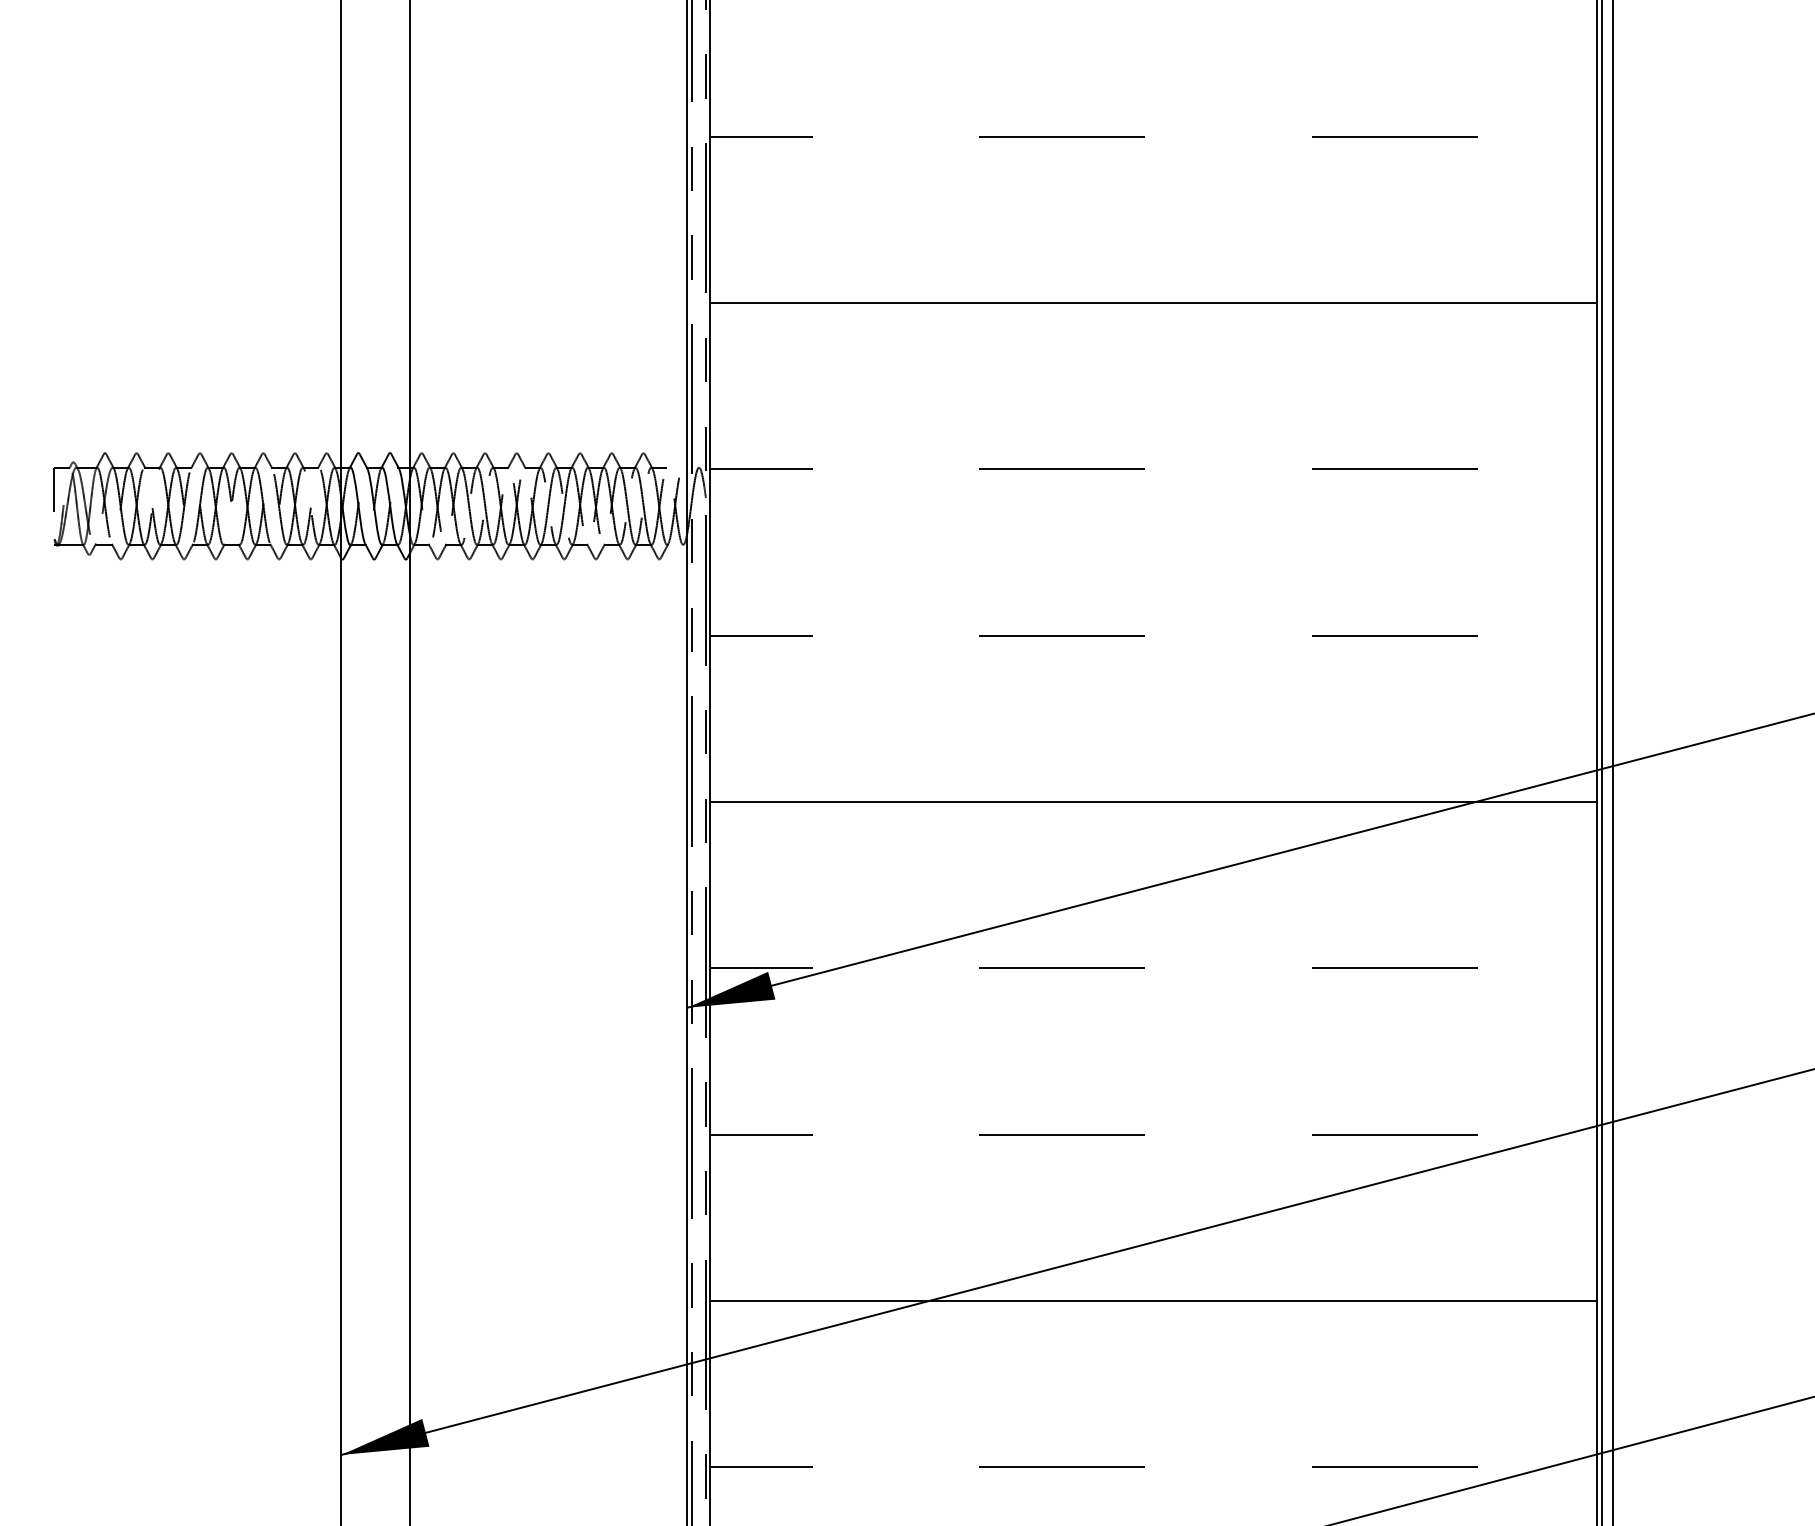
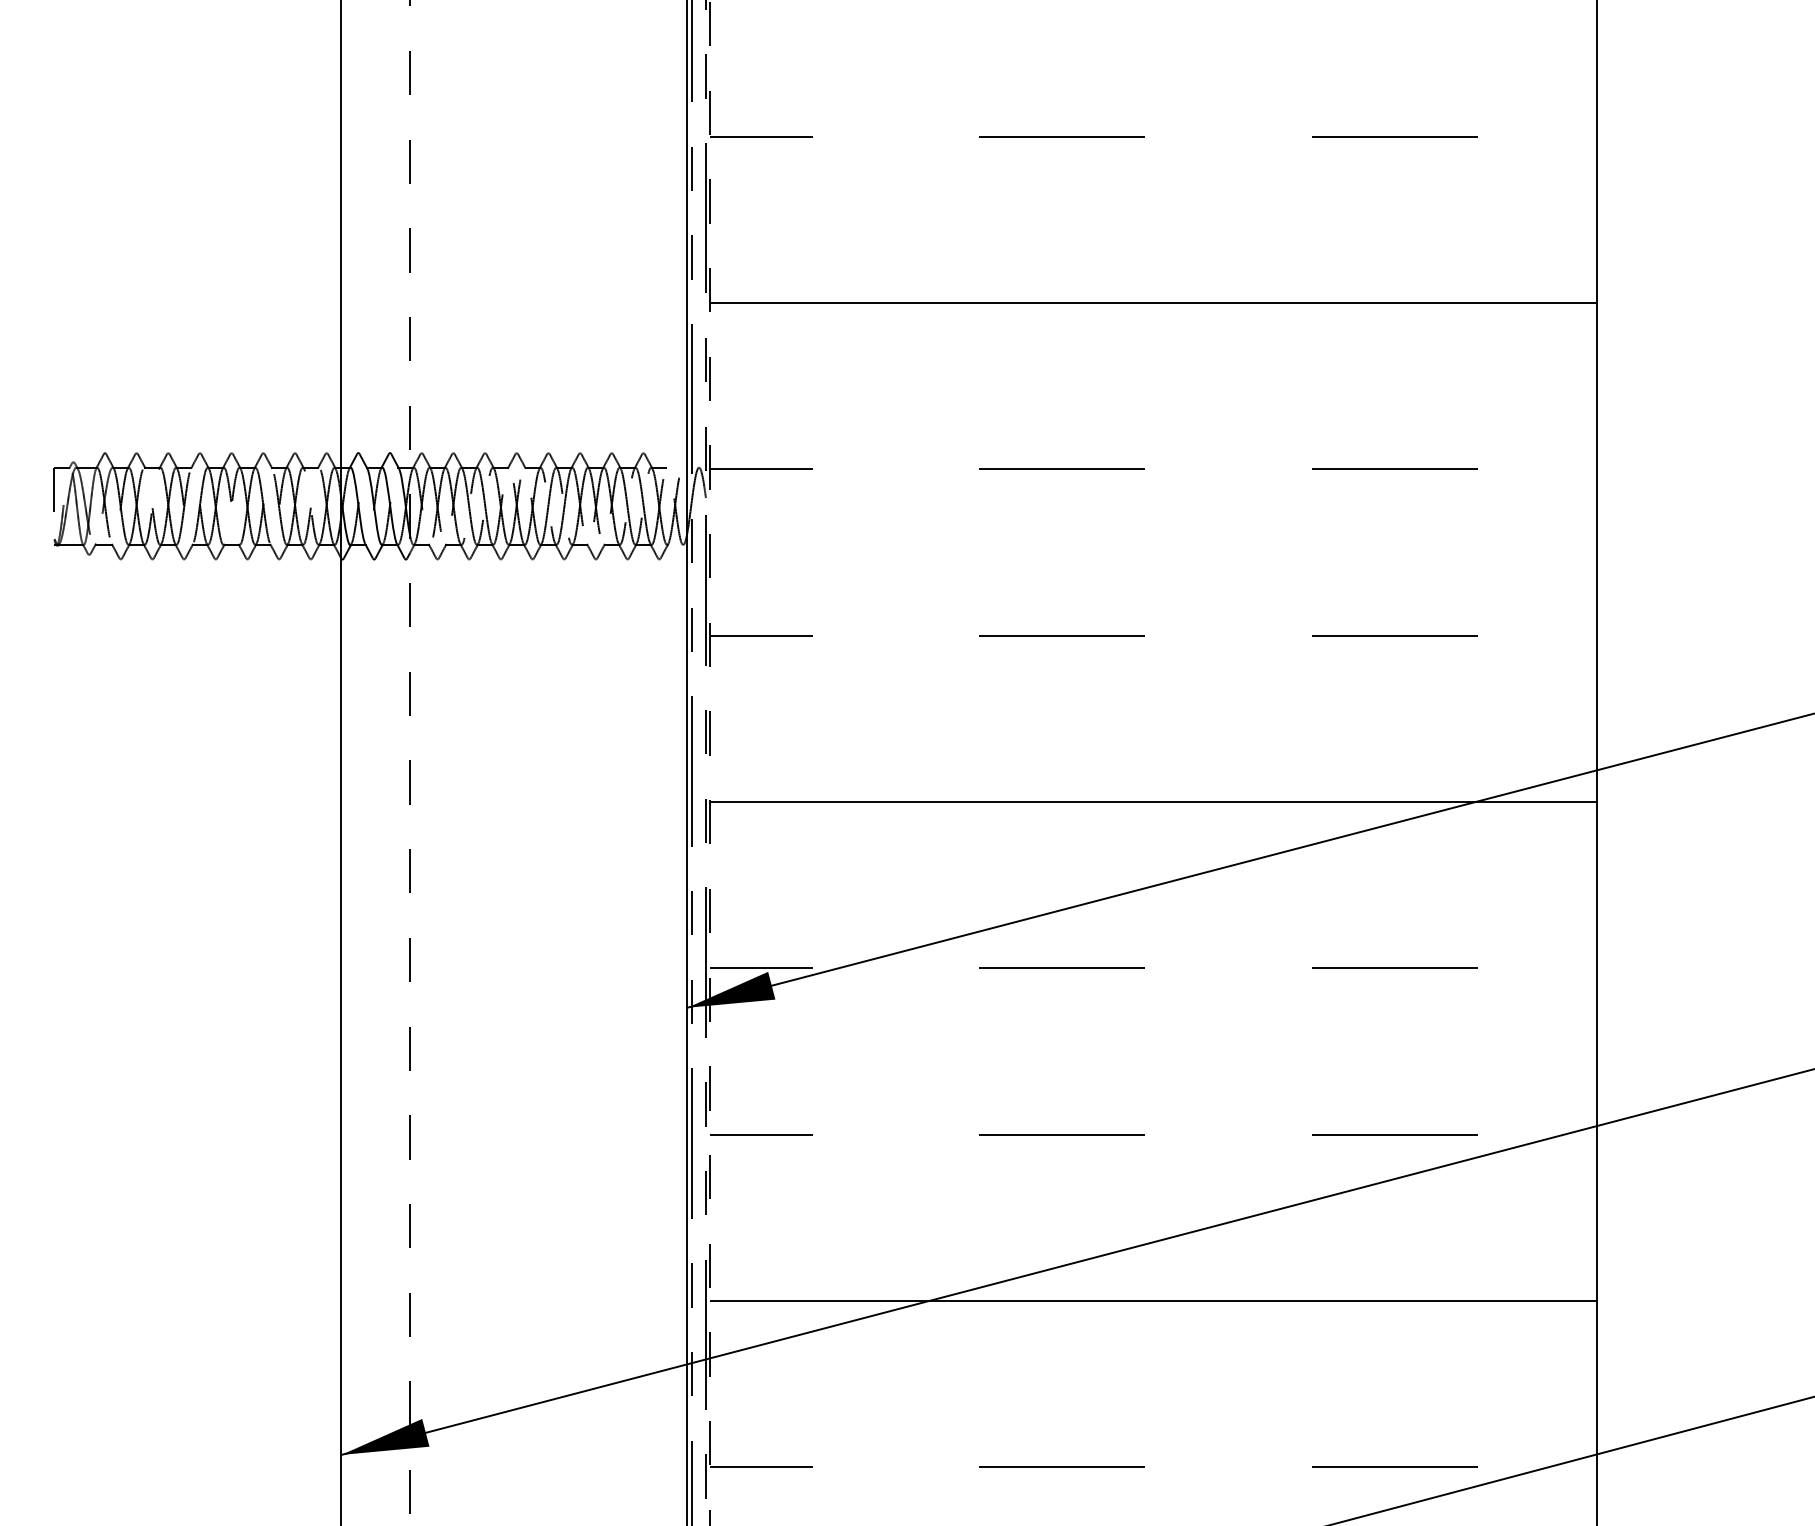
line at (410, 762): solid -> dashed
line at (1601, 762): present -> none
line at (1613, 762): present -> none
line at (710, 763): solid -> dashed
